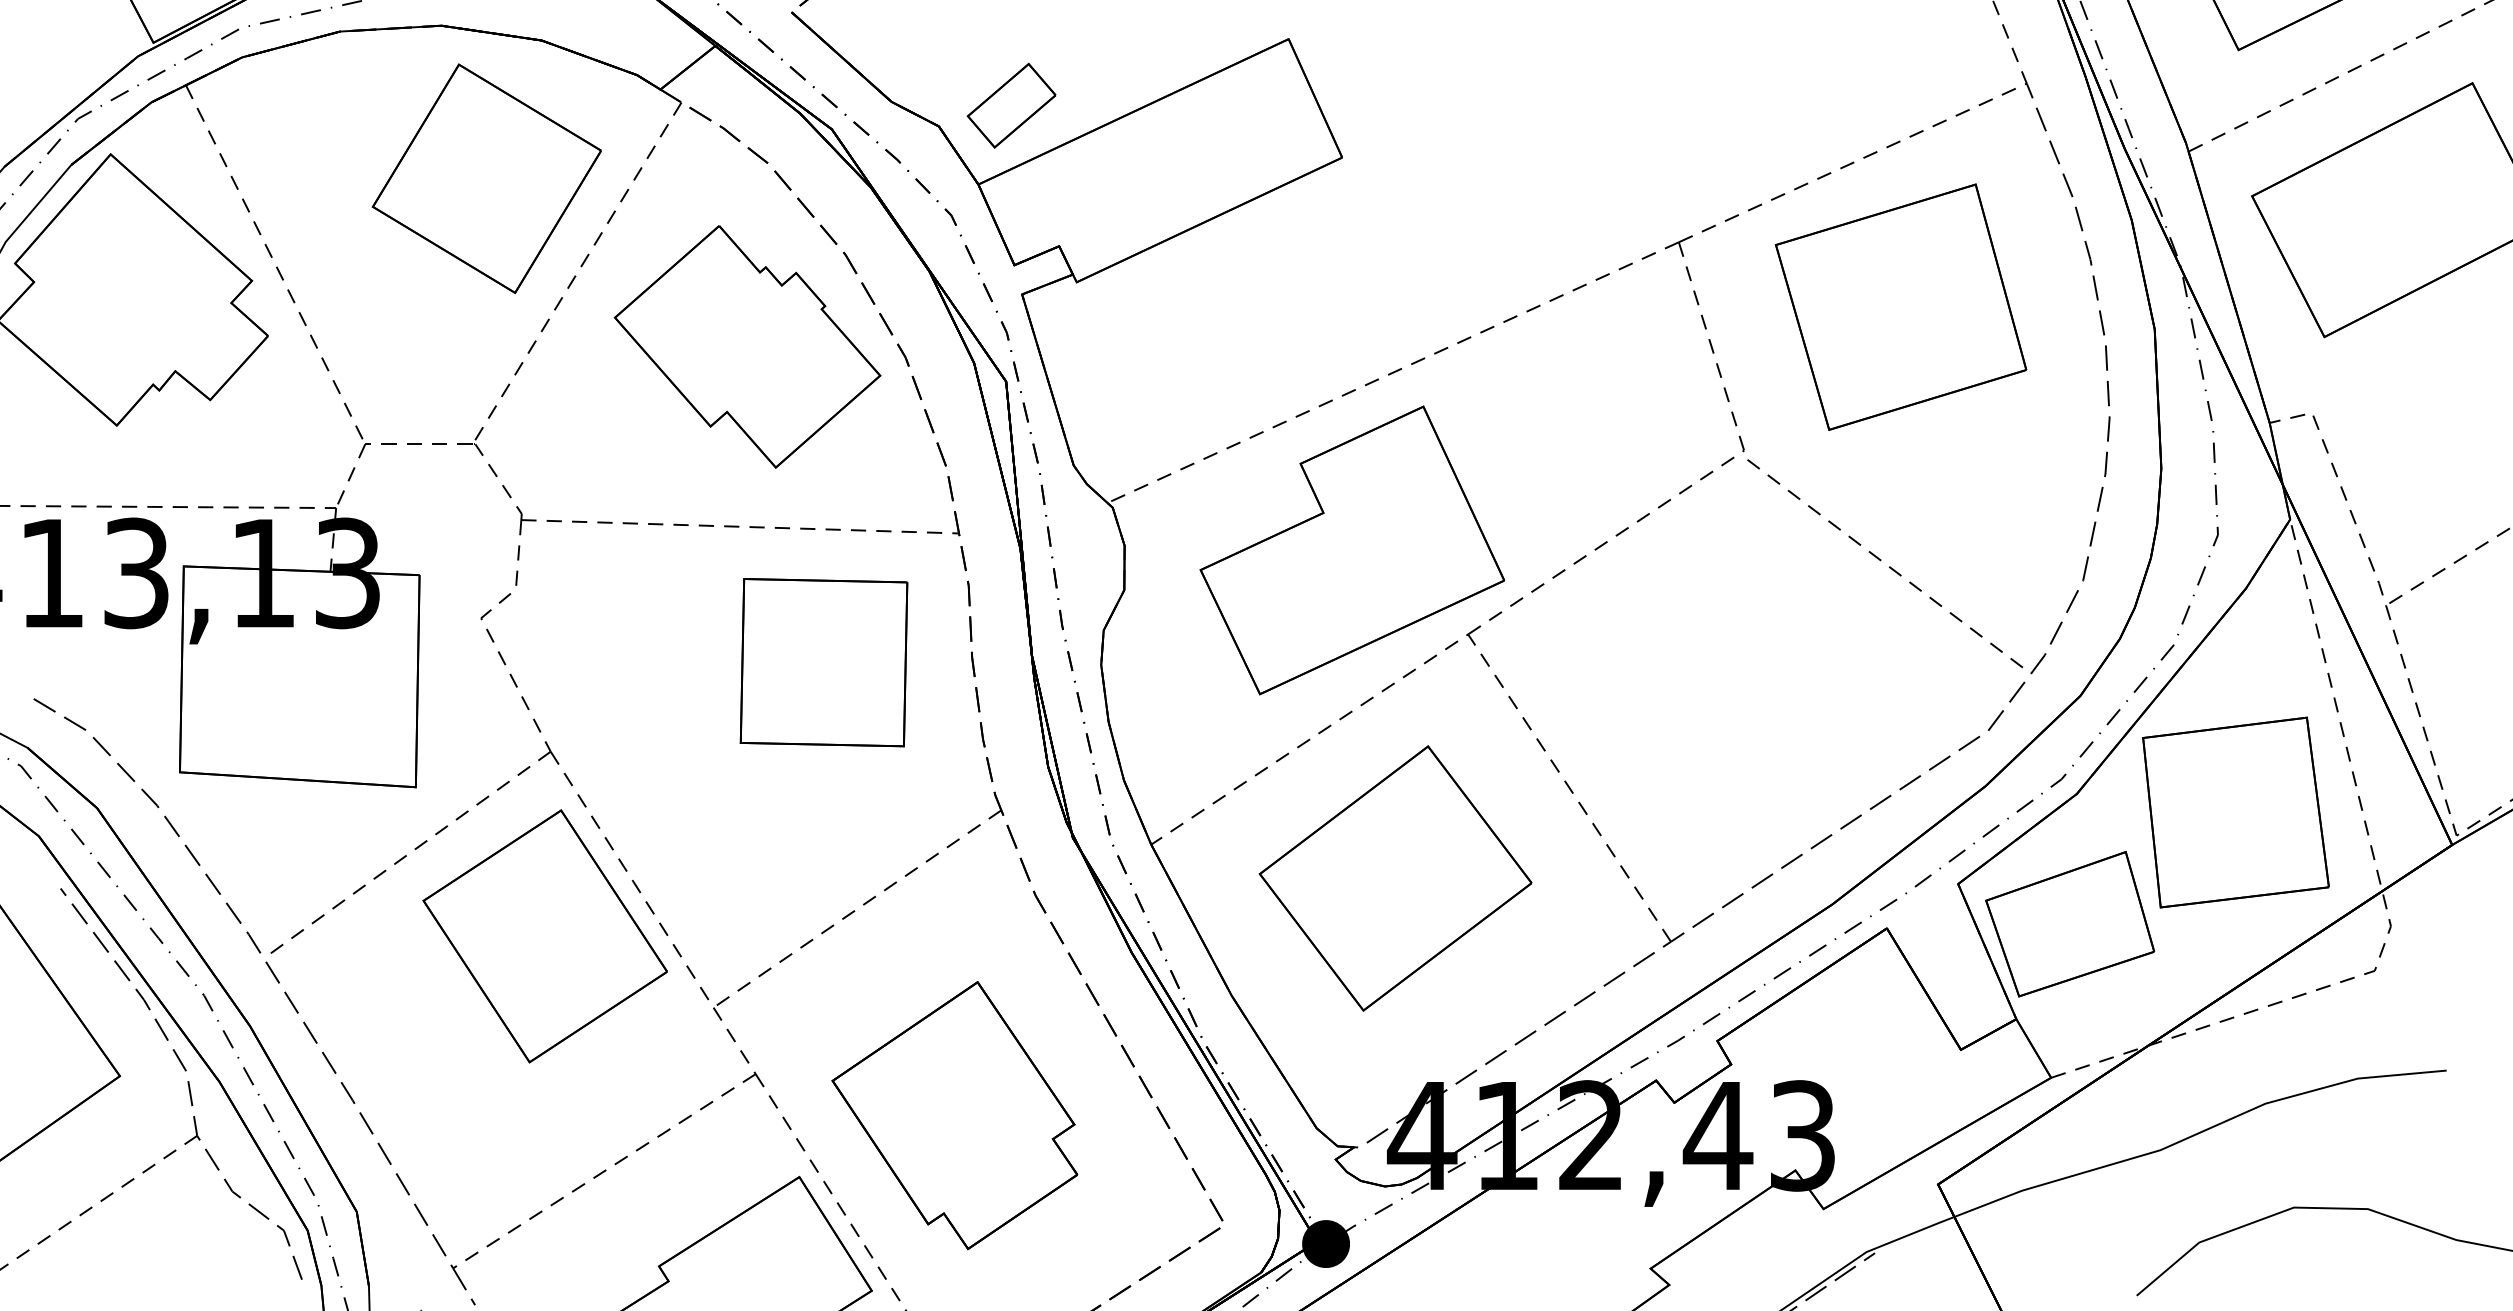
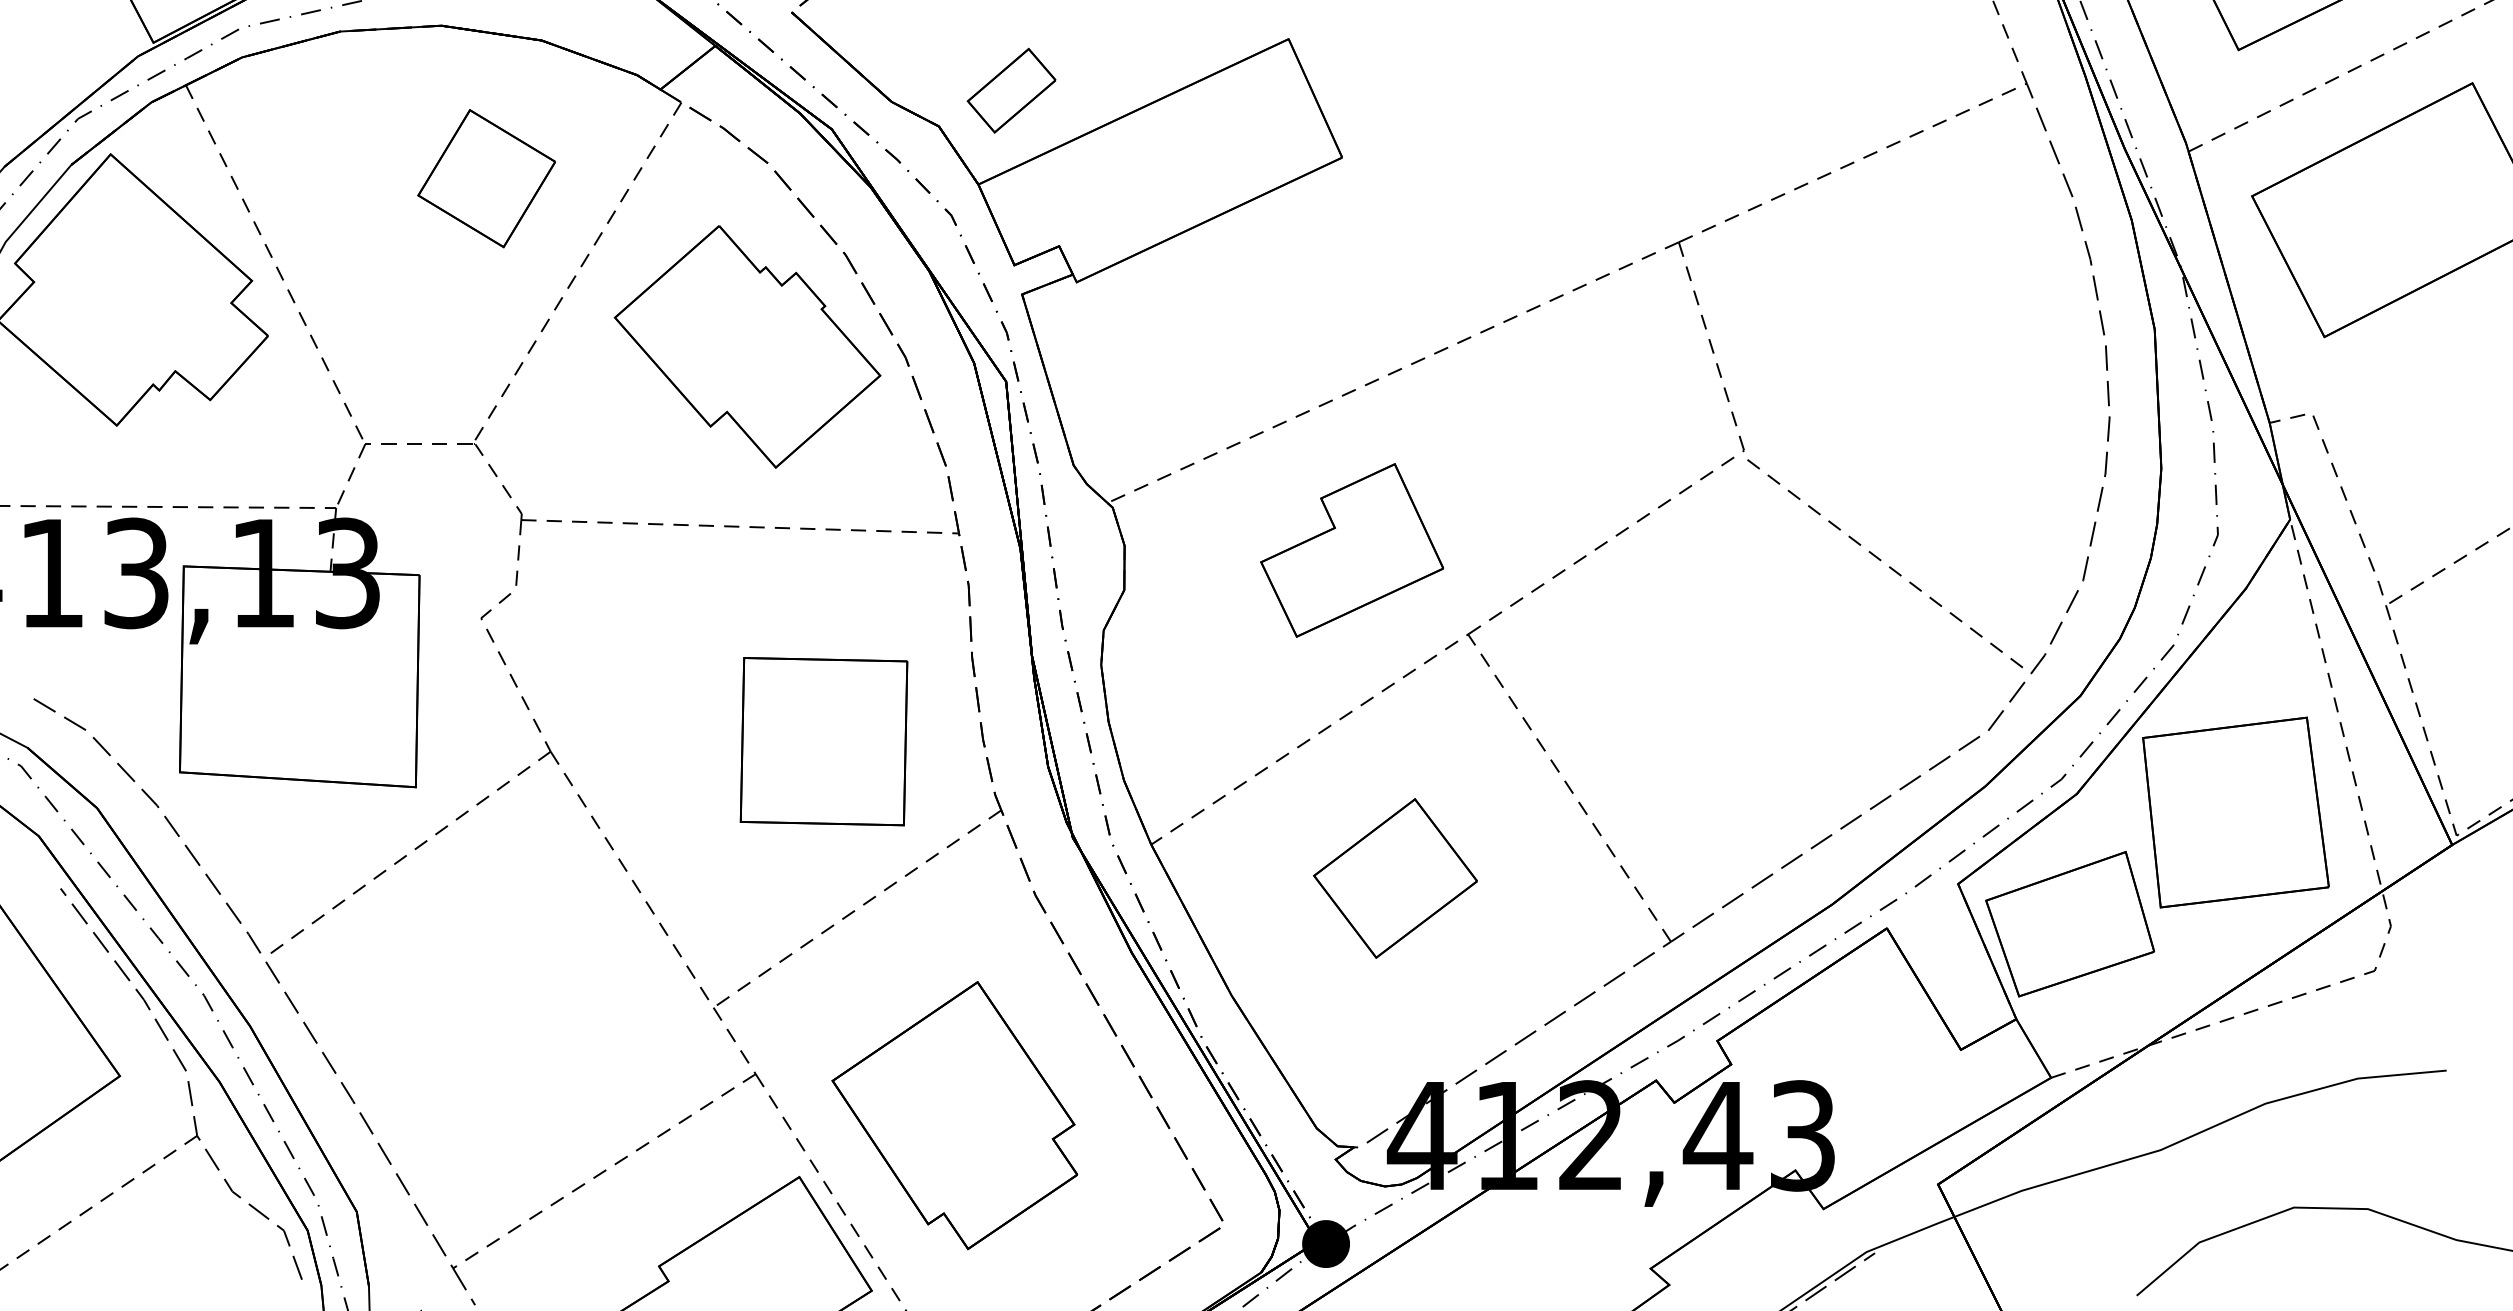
part at (1011, 105) position: (1011, 105) -> (1011, 90)
part at (486, 178) size: 231x231 px -> 139x140 px
part at (1900, 306): present -> none
part at (1351, 550) size: 306x291 px -> 184x175 px
part at (823, 662) position: (823, 662) -> (823, 741)
part at (1395, 878) size: 275x267 px -> 165x161 px
part at (544, 936): present -> none
